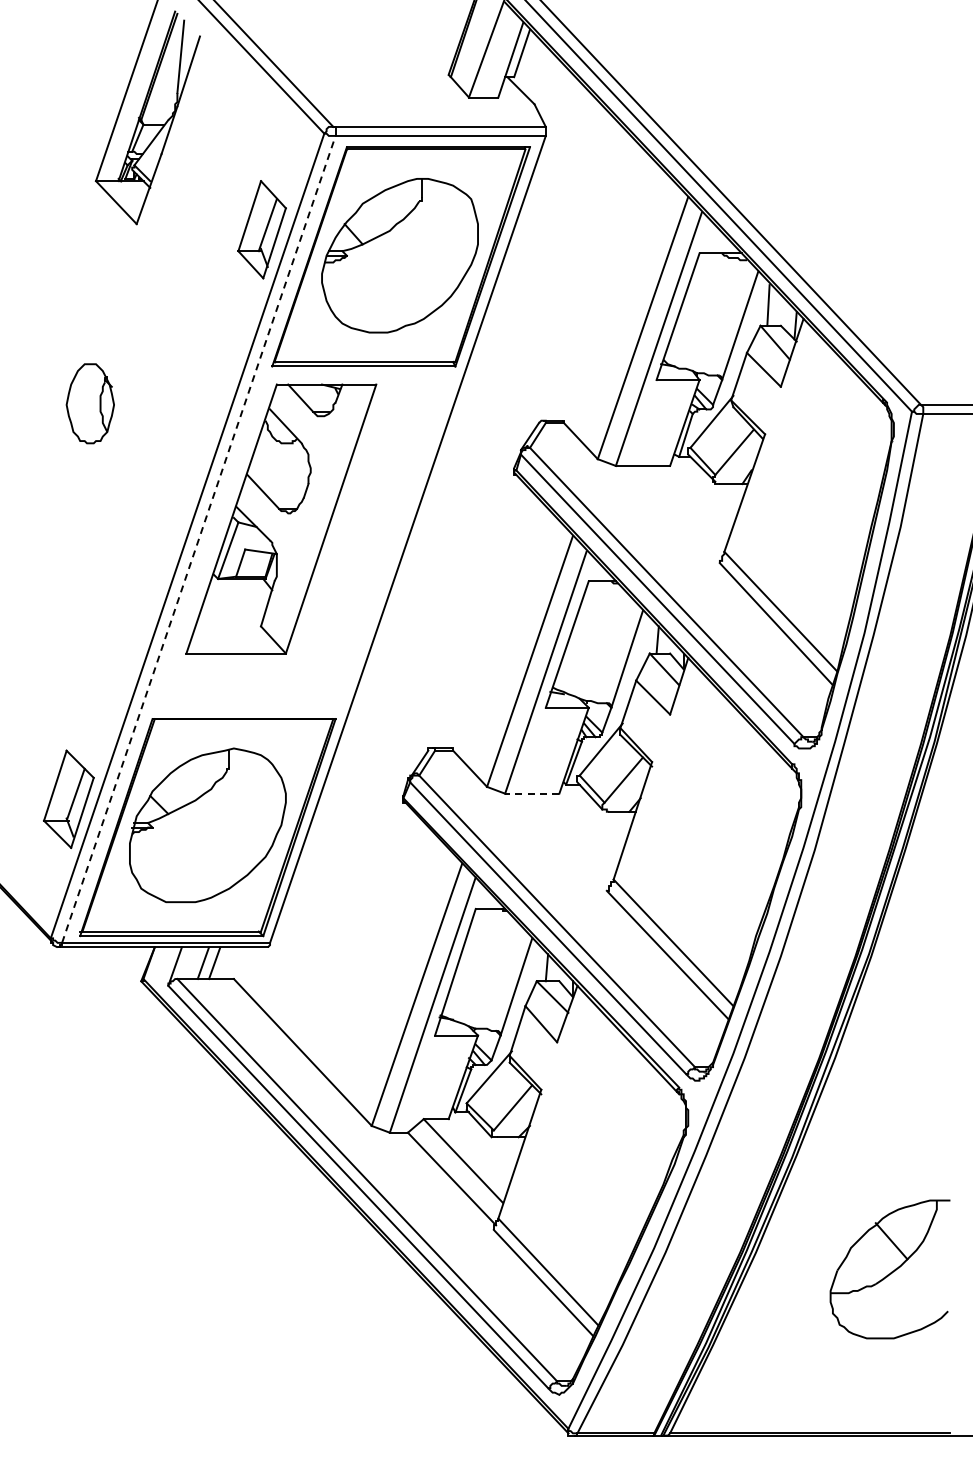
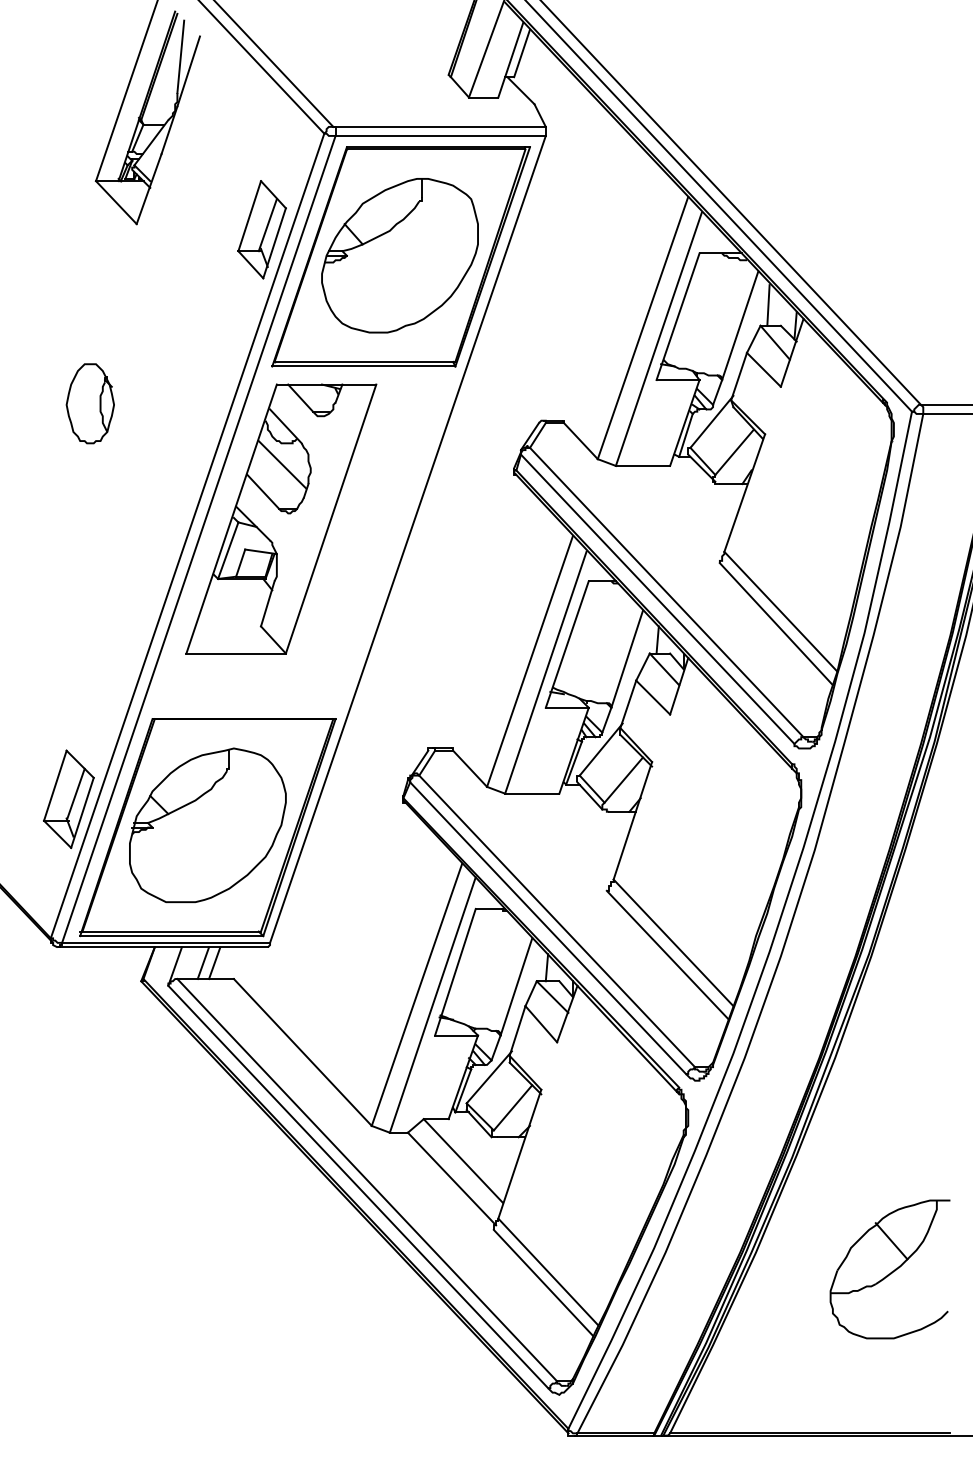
line at (282, 464): none -> present
line at (199, 538): dashed -> solid
line at (531, 793): dashed -> solid
